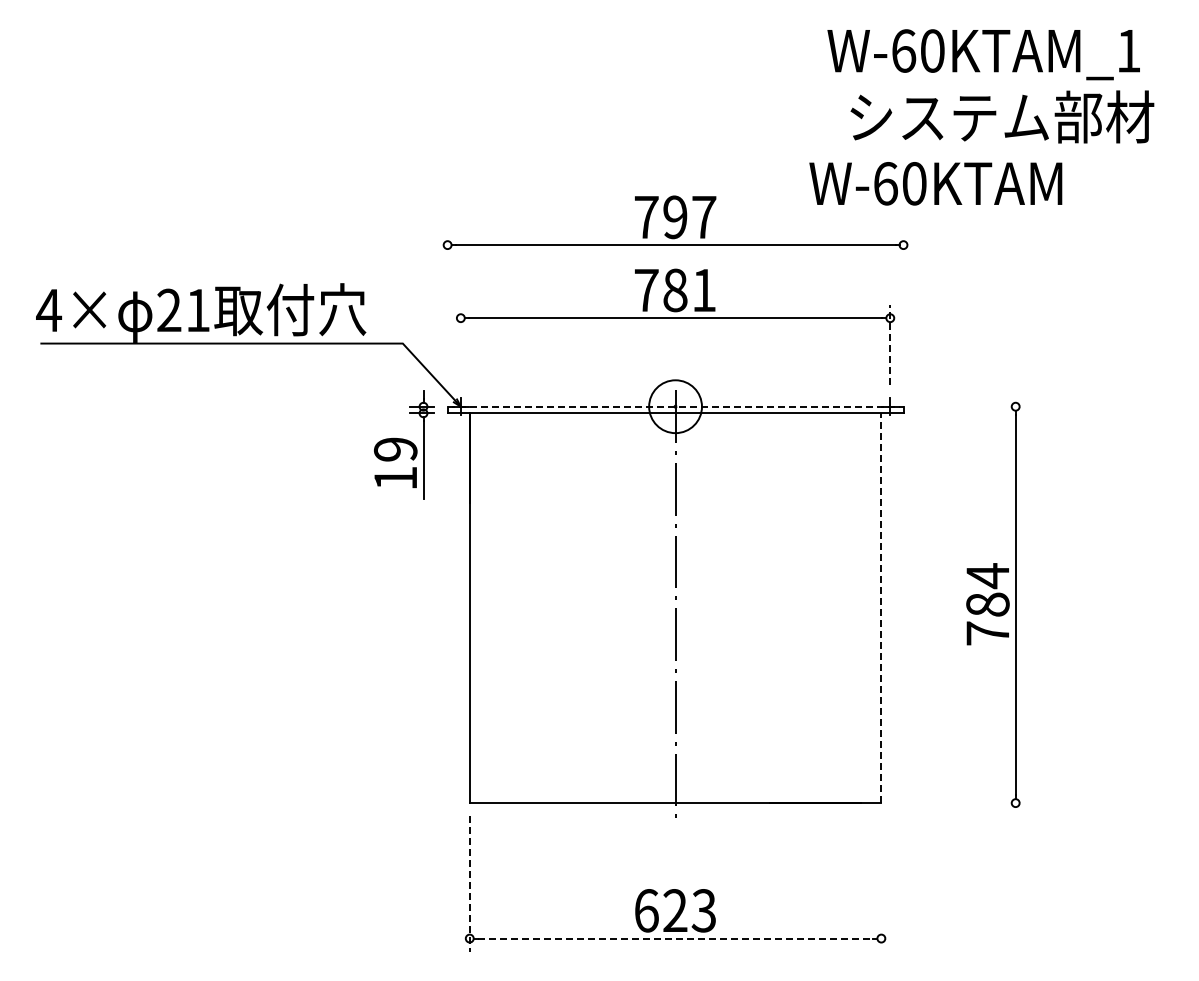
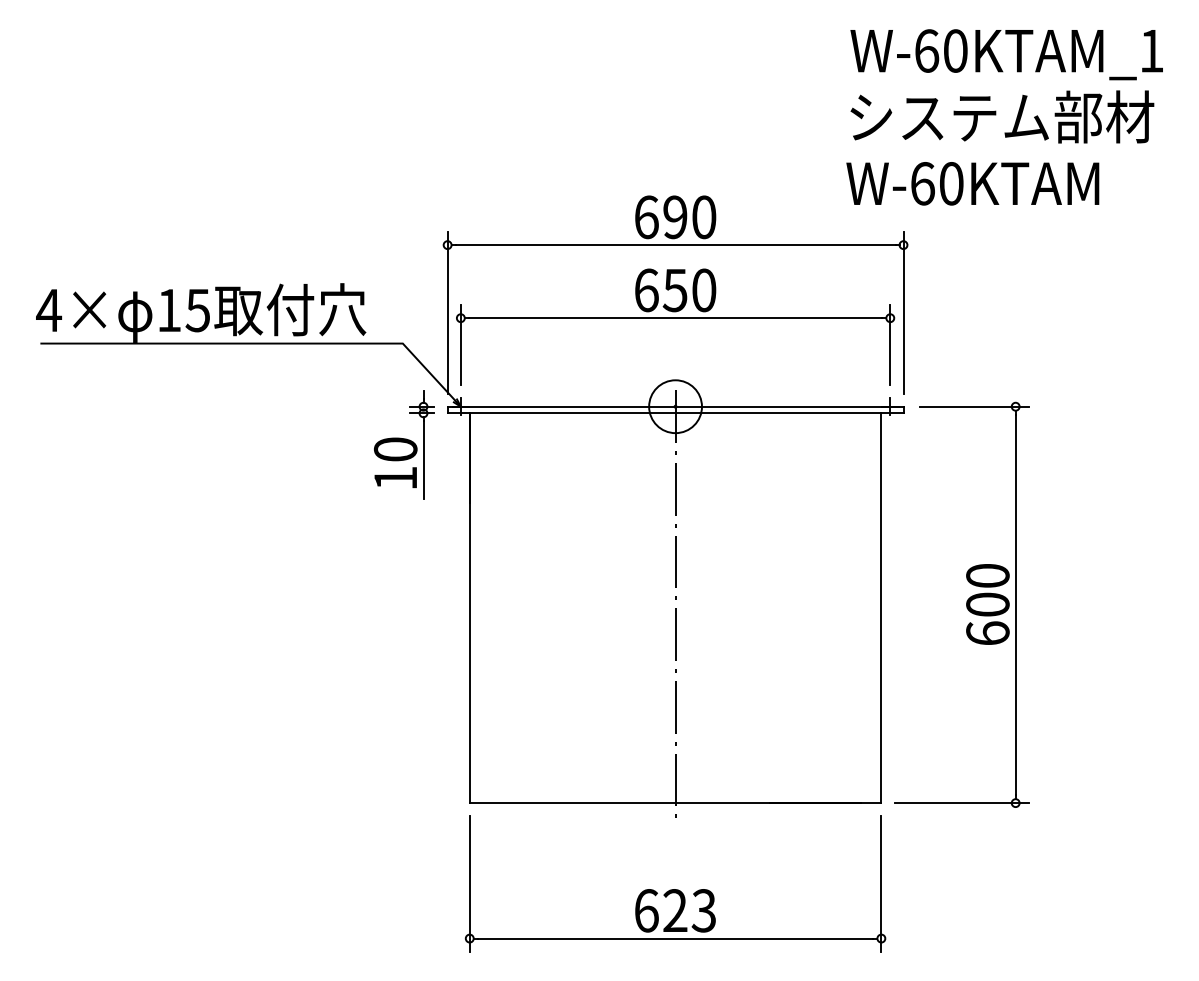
text at (983, 54) position: (983, 54) -> (1006, 54)
text at (935, 183) position: (935, 183) -> (972, 183)
text at (675, 217): 797 -> 690
text at (675, 290): 781 -> 650
text at (183, 310): 21 -> 15
line at (447, 312): none -> present
line at (903, 312): none -> present
line at (460, 344): none -> present
line at (890, 344): dashed -> solid
line at (675, 406): dashed -> solid
line at (974, 406): none -> present
text at (395, 449): 19 -> 10
text at (987, 604): 784 -> 600
line at (881, 608): dashed -> solid
line at (961, 803): none -> present
line at (881, 883): none -> present
line at (469, 884): dashed -> solid
line at (675, 938): dashed -> solid
